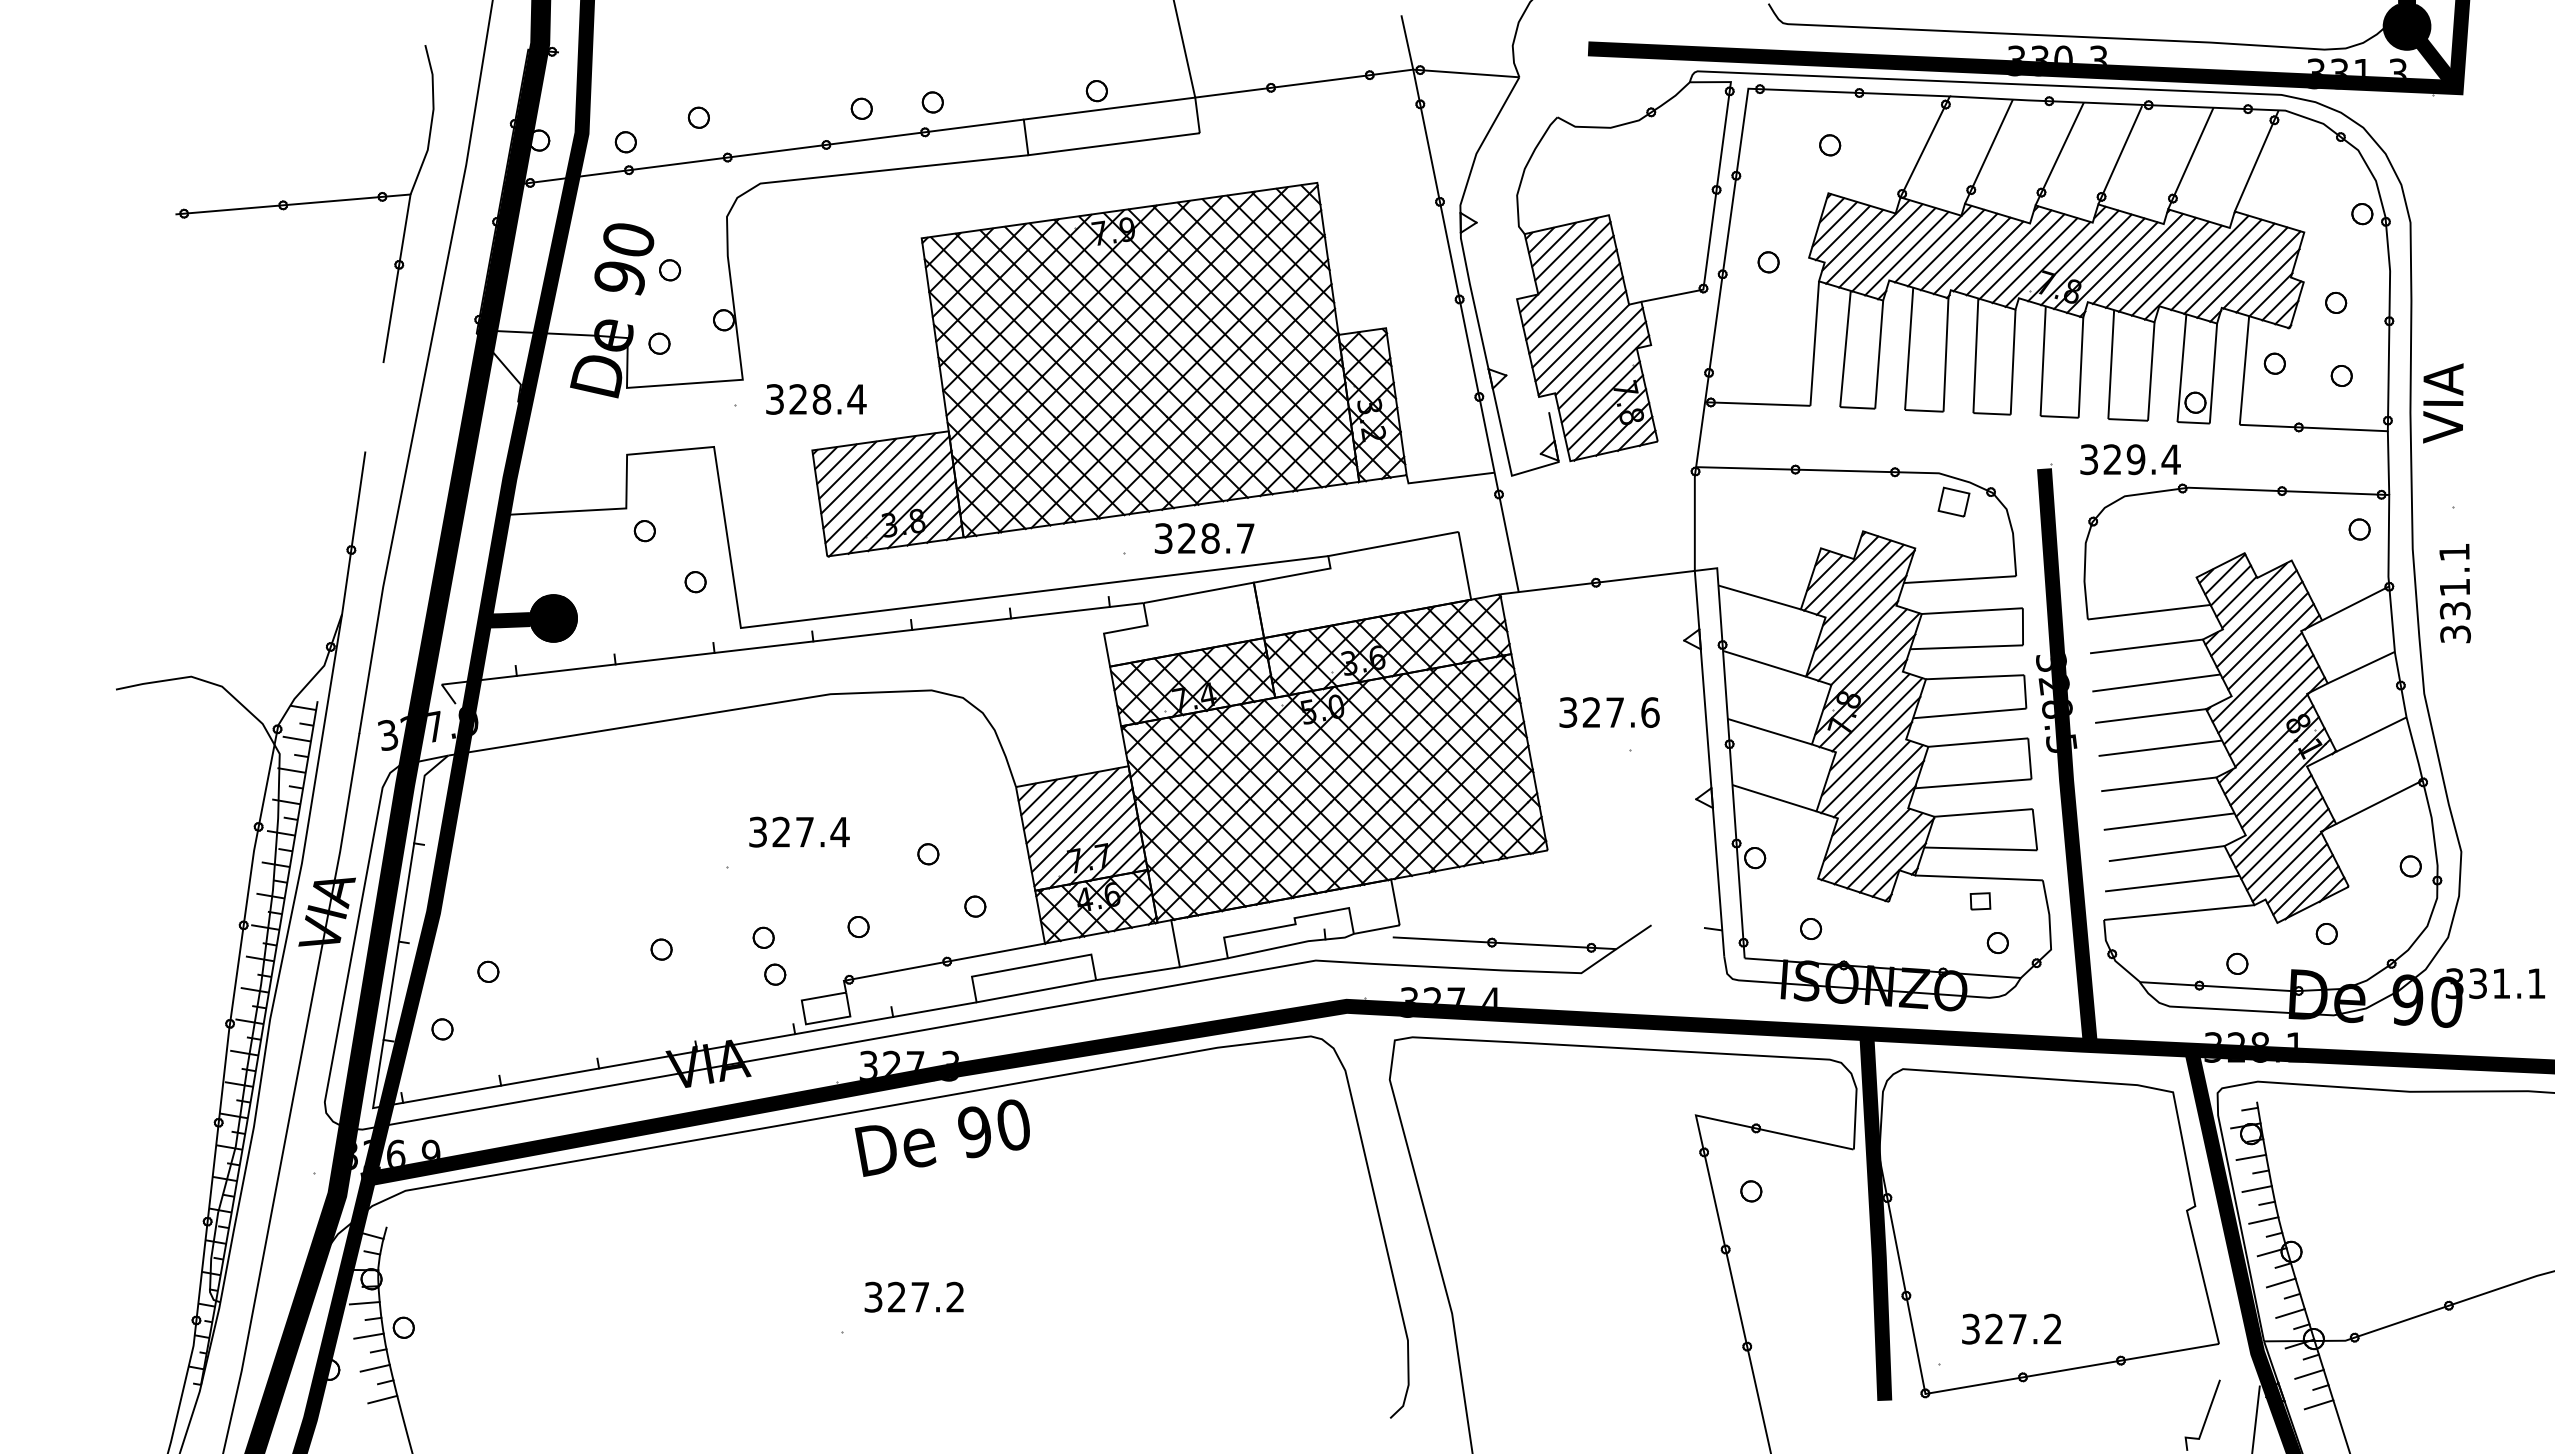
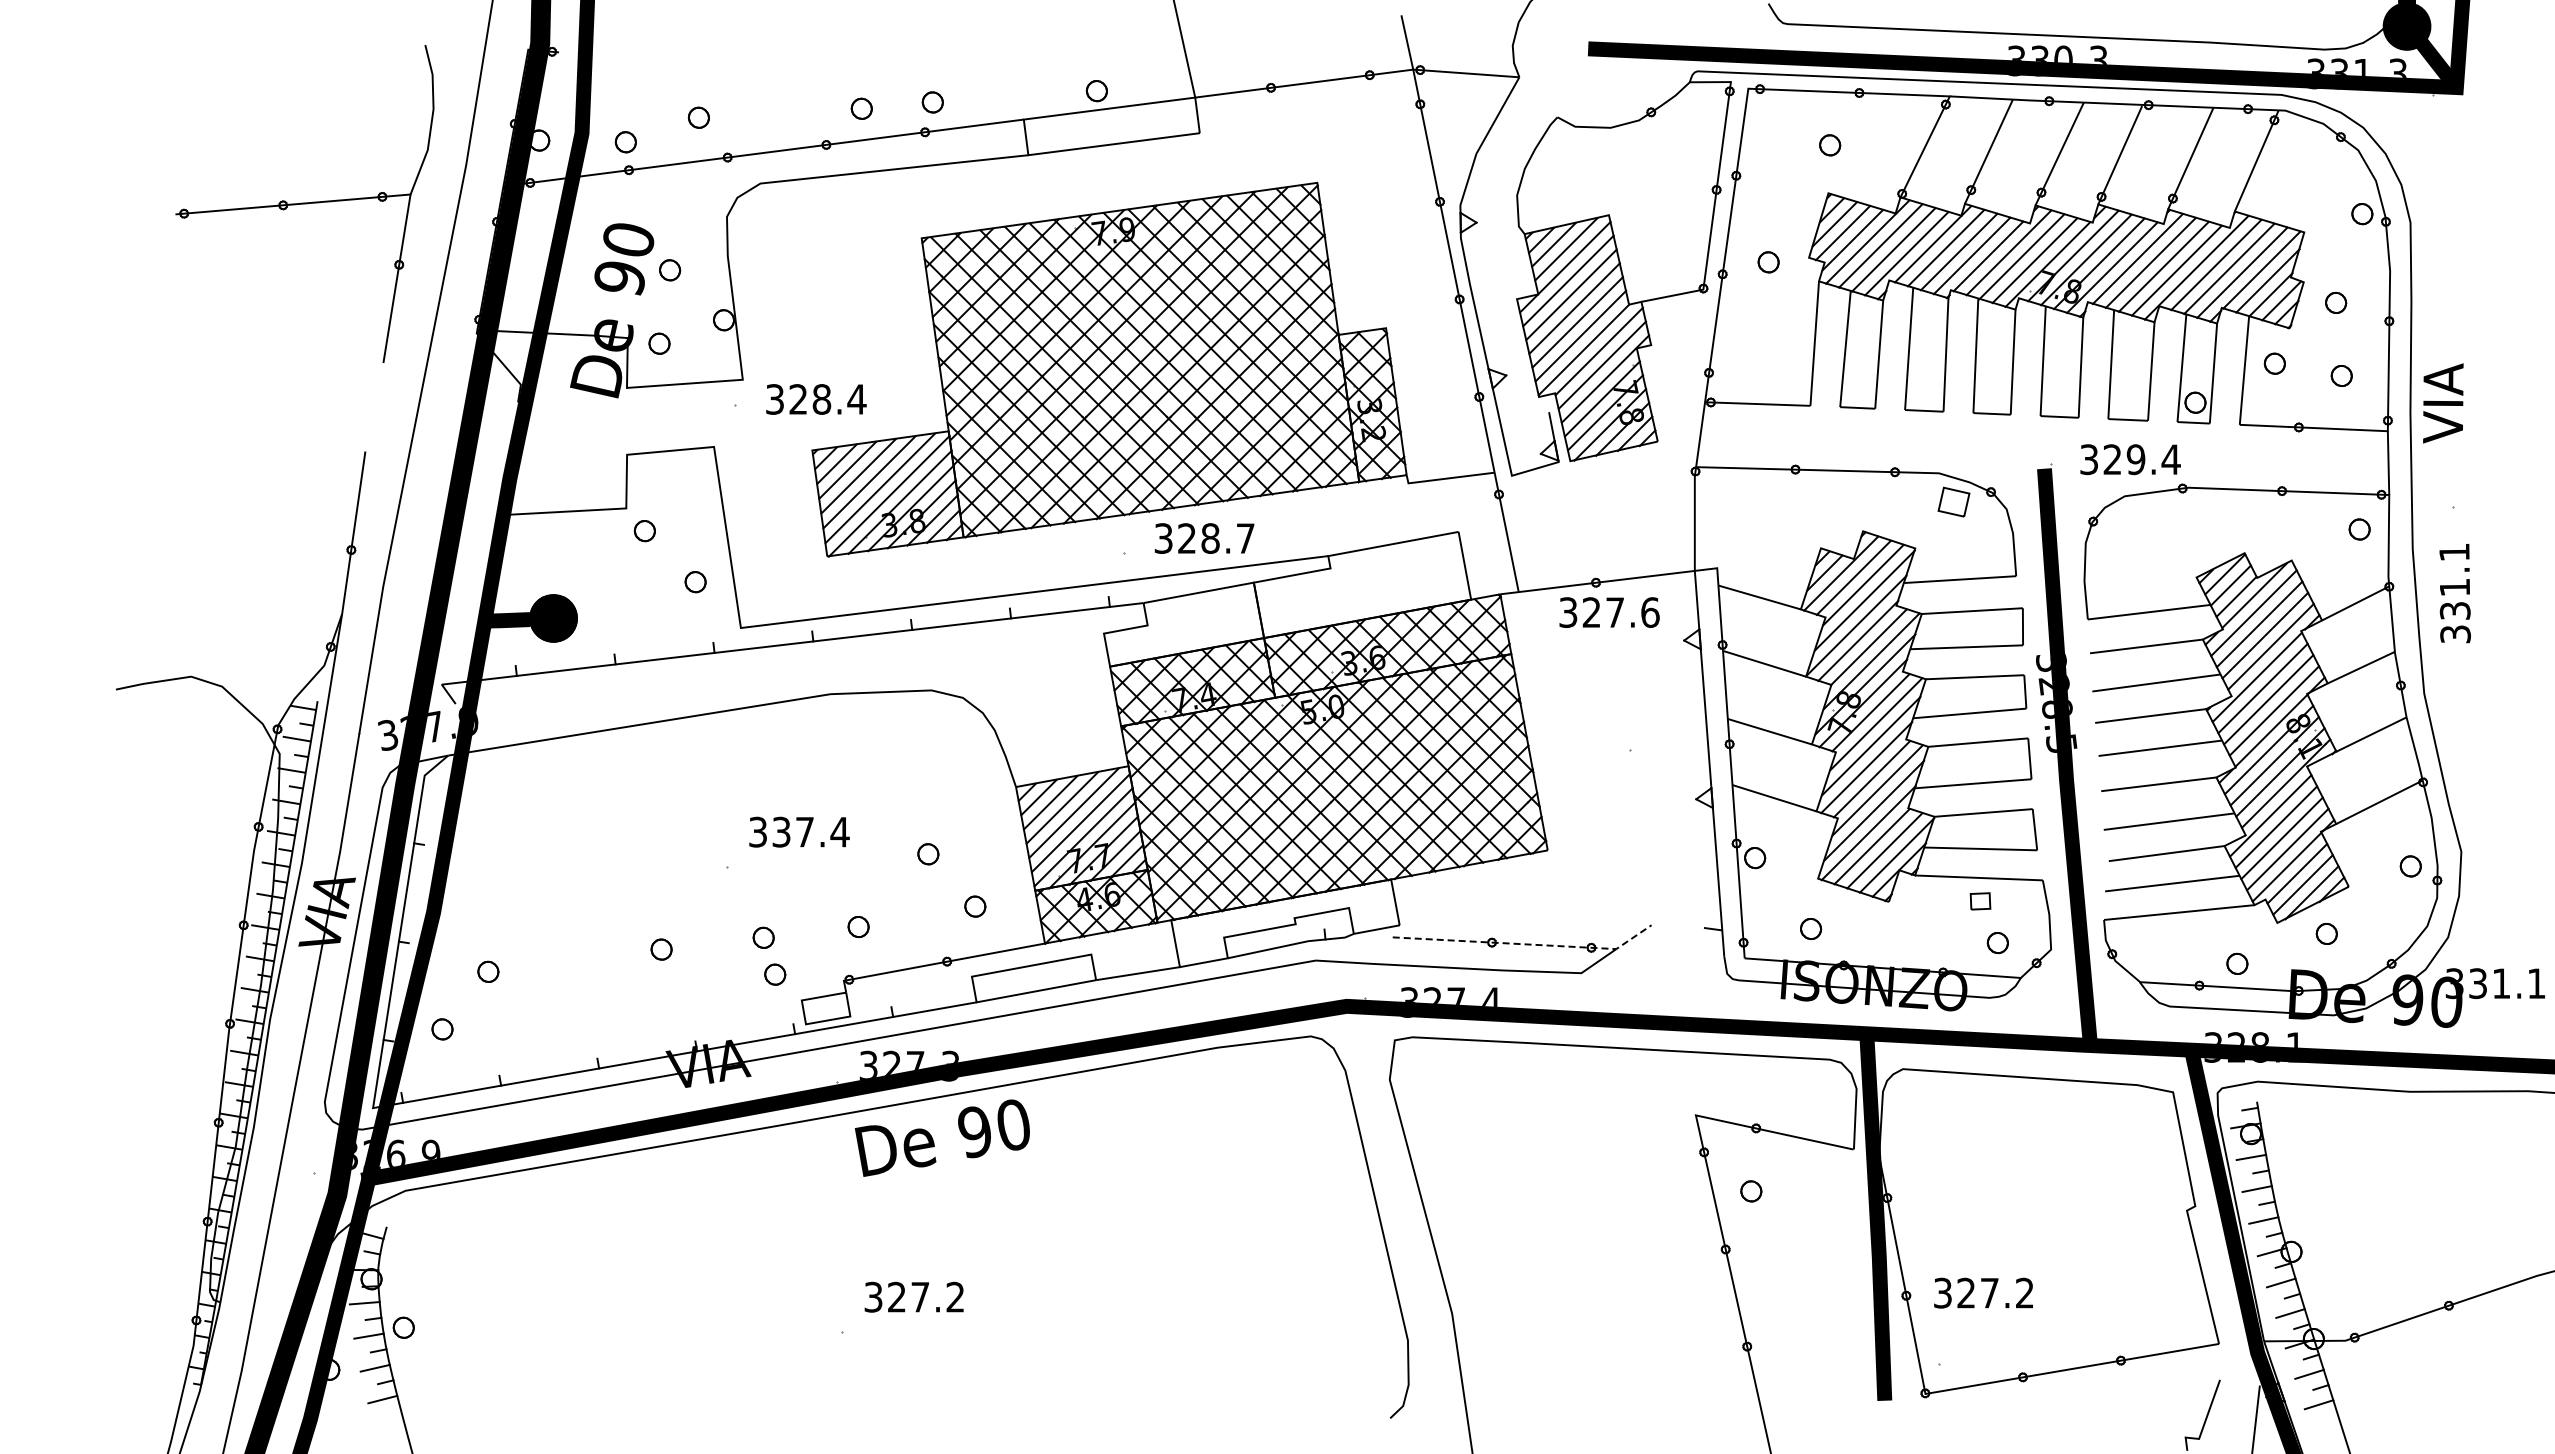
text at (1609, 712) position: (1609, 712) -> (1609, 612)
text at (781, 832): 327.4 -> 337.4
line at (1526, 944): solid -> dashed
text at (2011, 1328) position: (2011, 1328) -> (1983, 1292)
